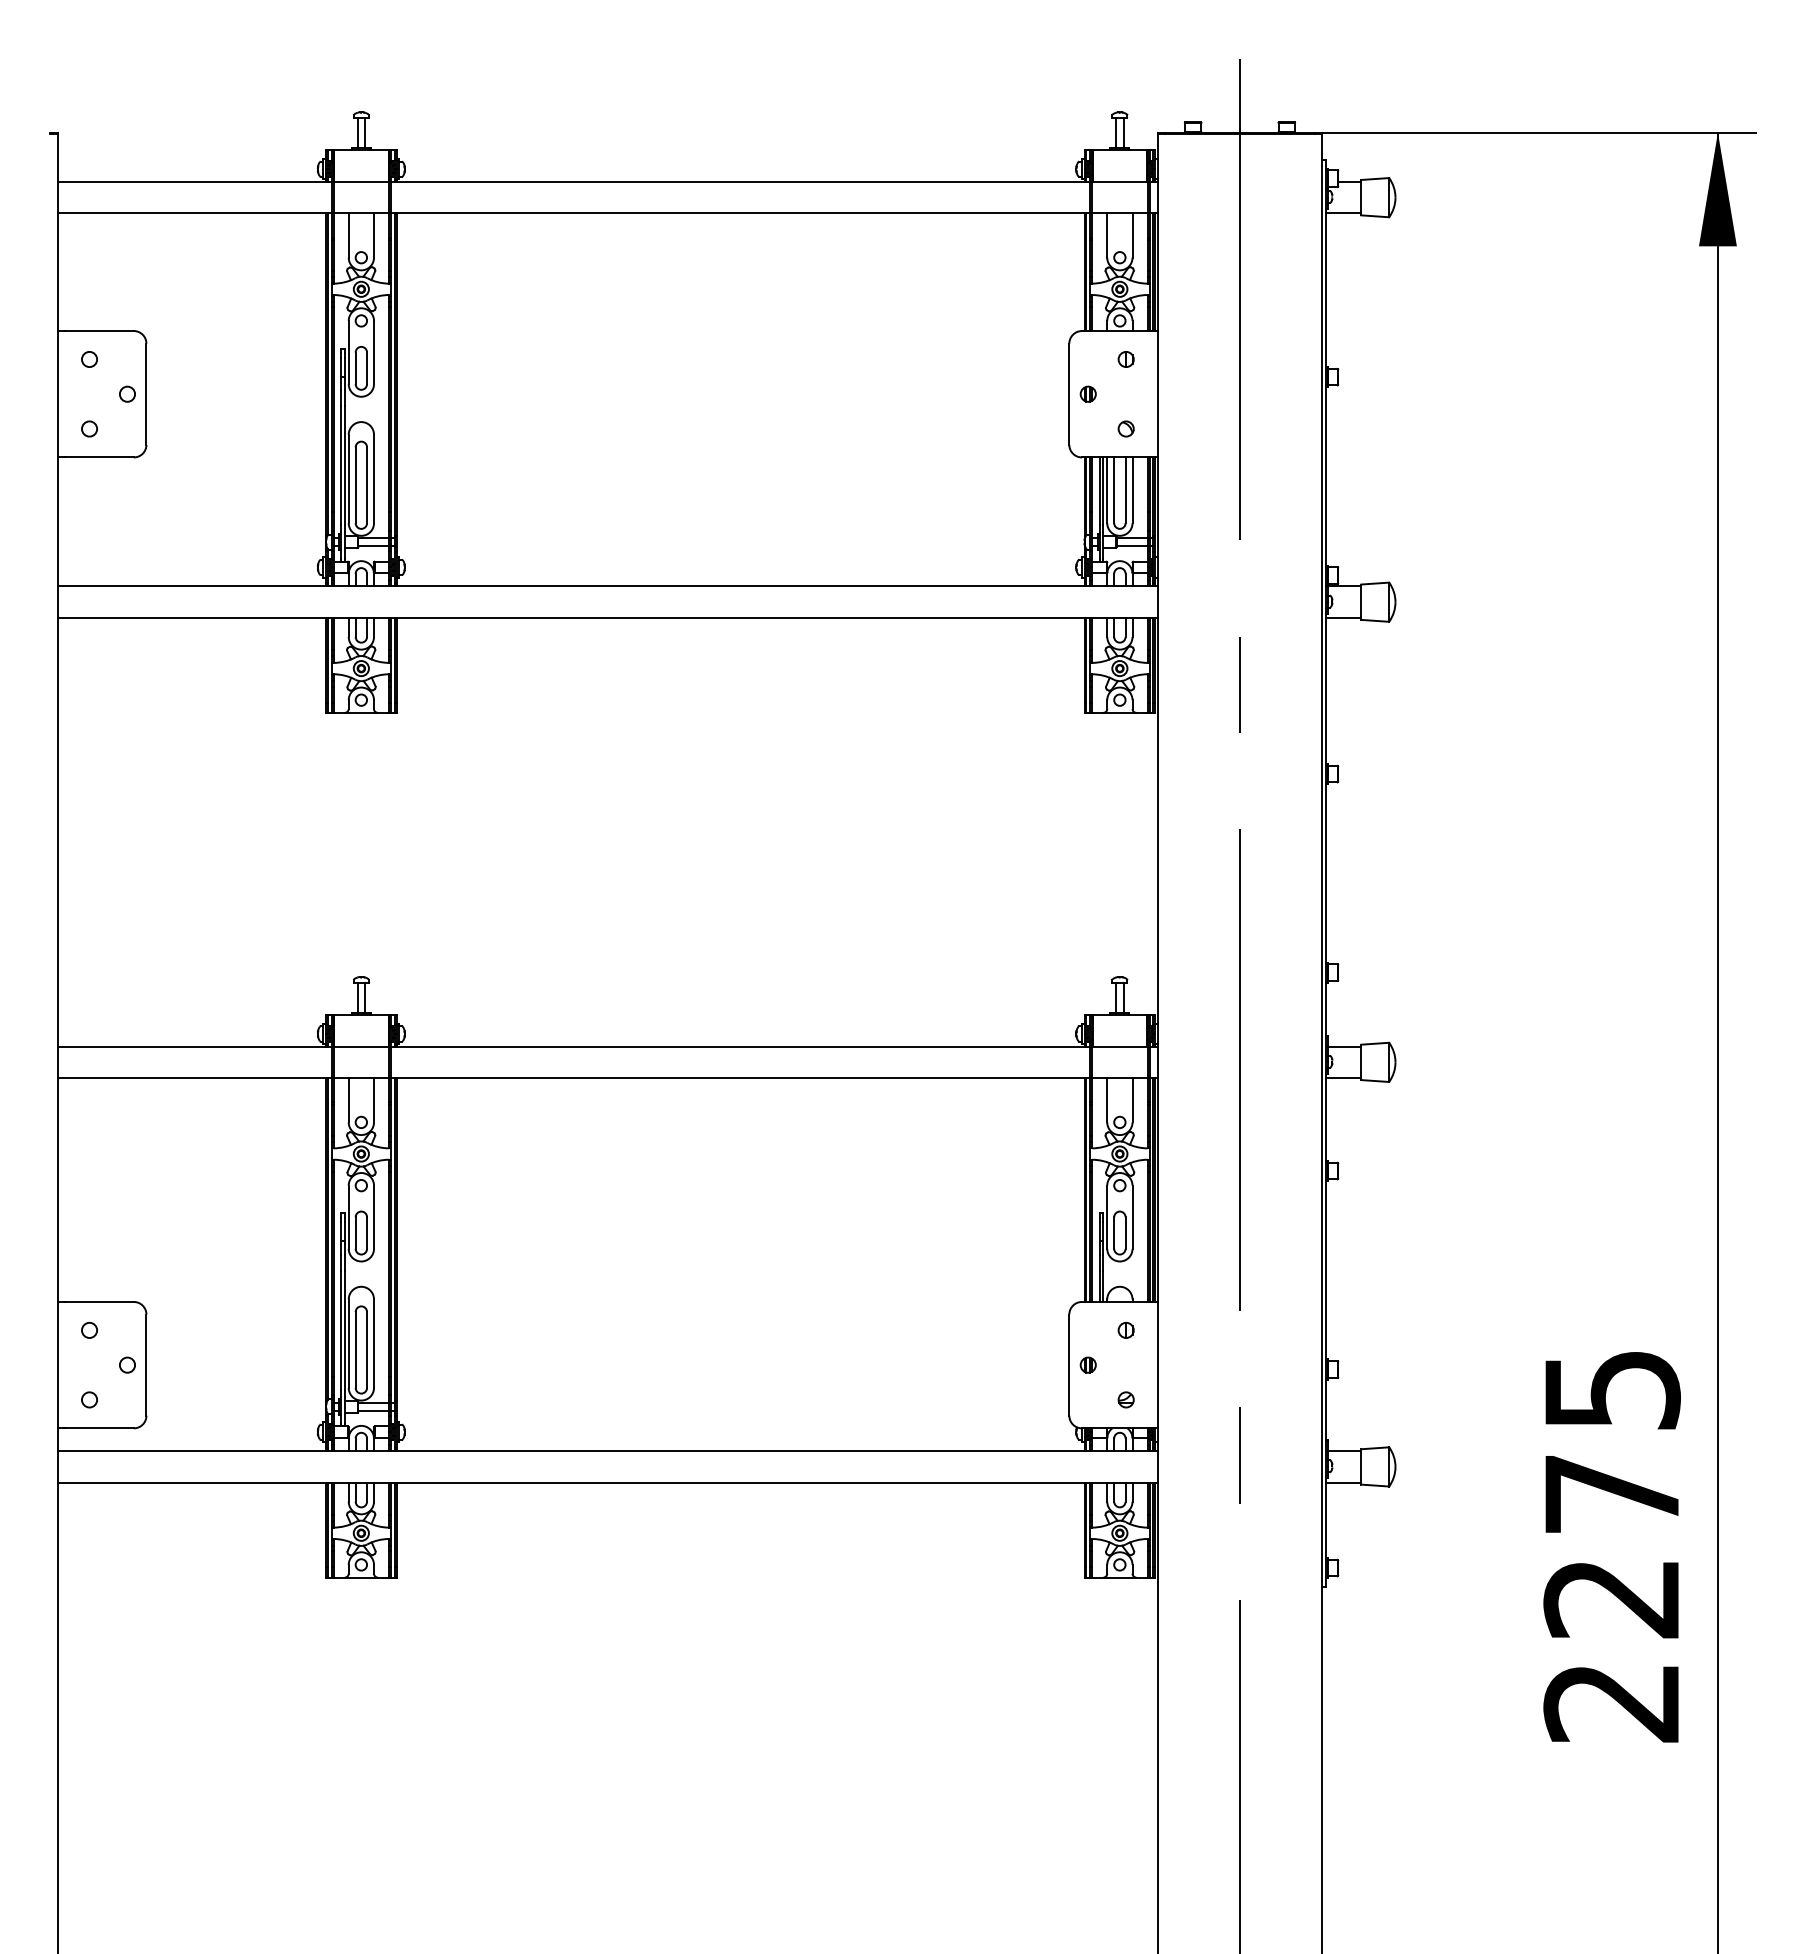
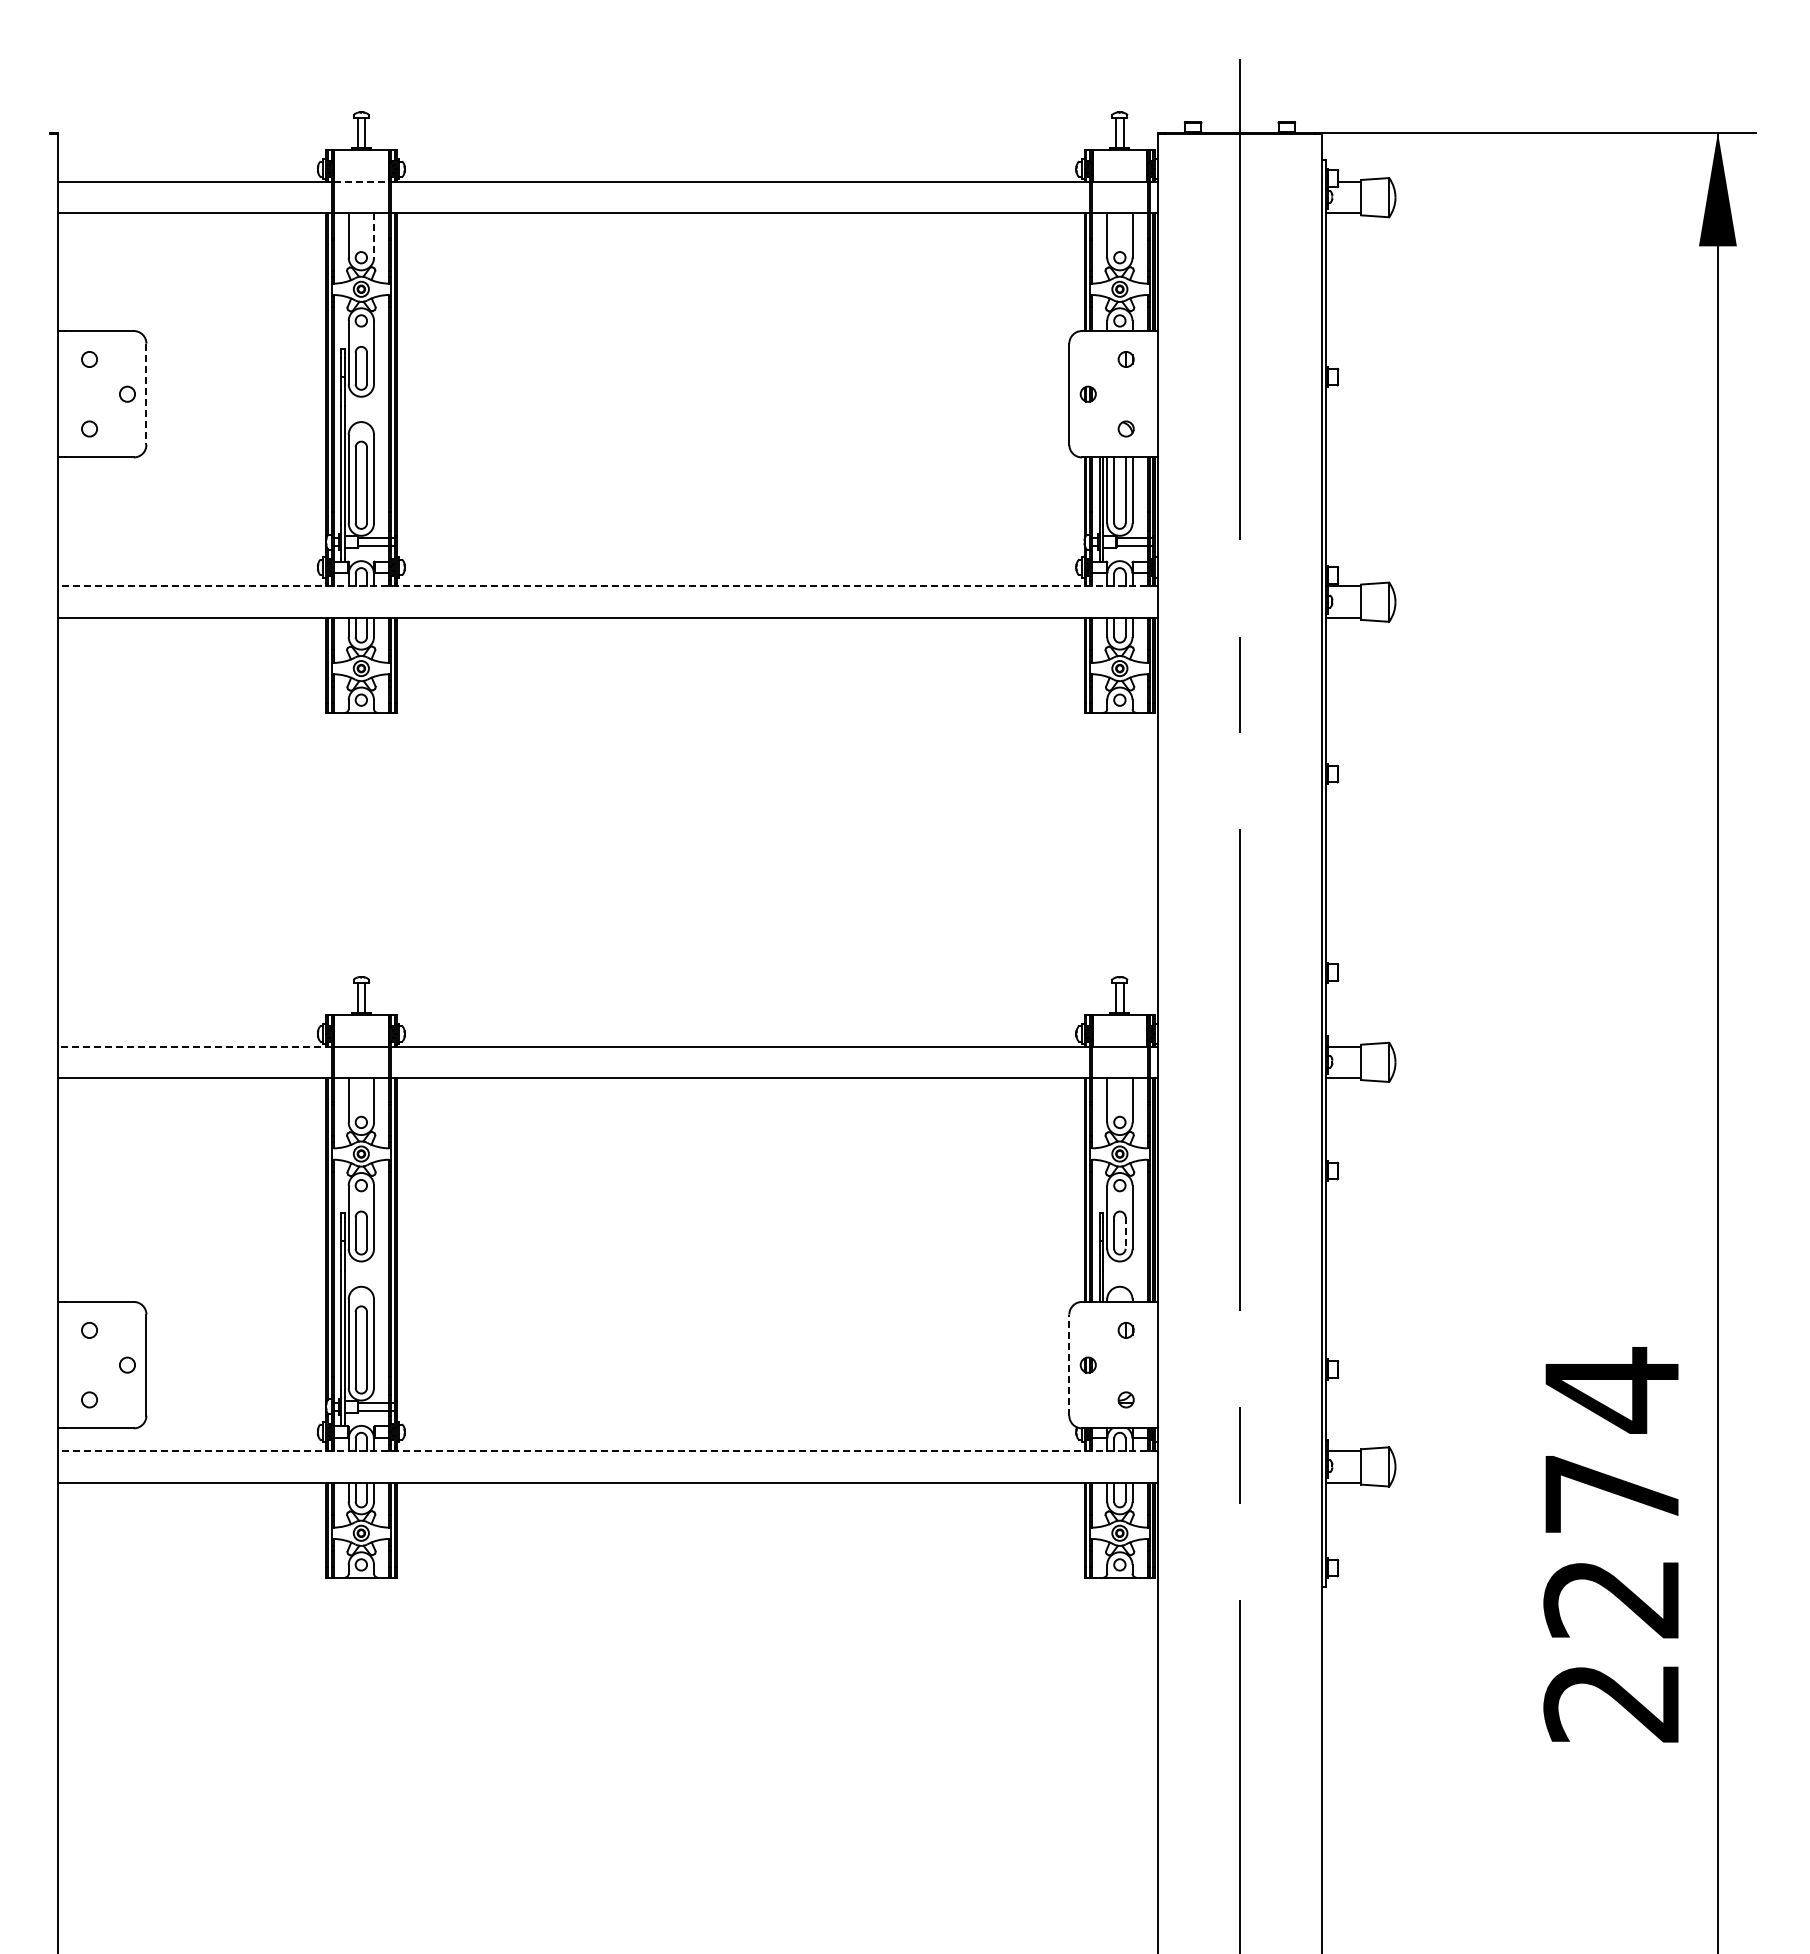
line at (361, 181): solid -> dashed
line at (374, 236): solid -> dashed
line at (146, 394): solid -> dashed
line at (607, 586): solid -> dashed
line at (194, 1046): solid -> dashed
line at (1125, 1233): solid -> dashed
line at (1069, 1365): solid -> dashed
text at (1612, 1390): 2275 -> 2274
line at (607, 1451): solid -> dashed
